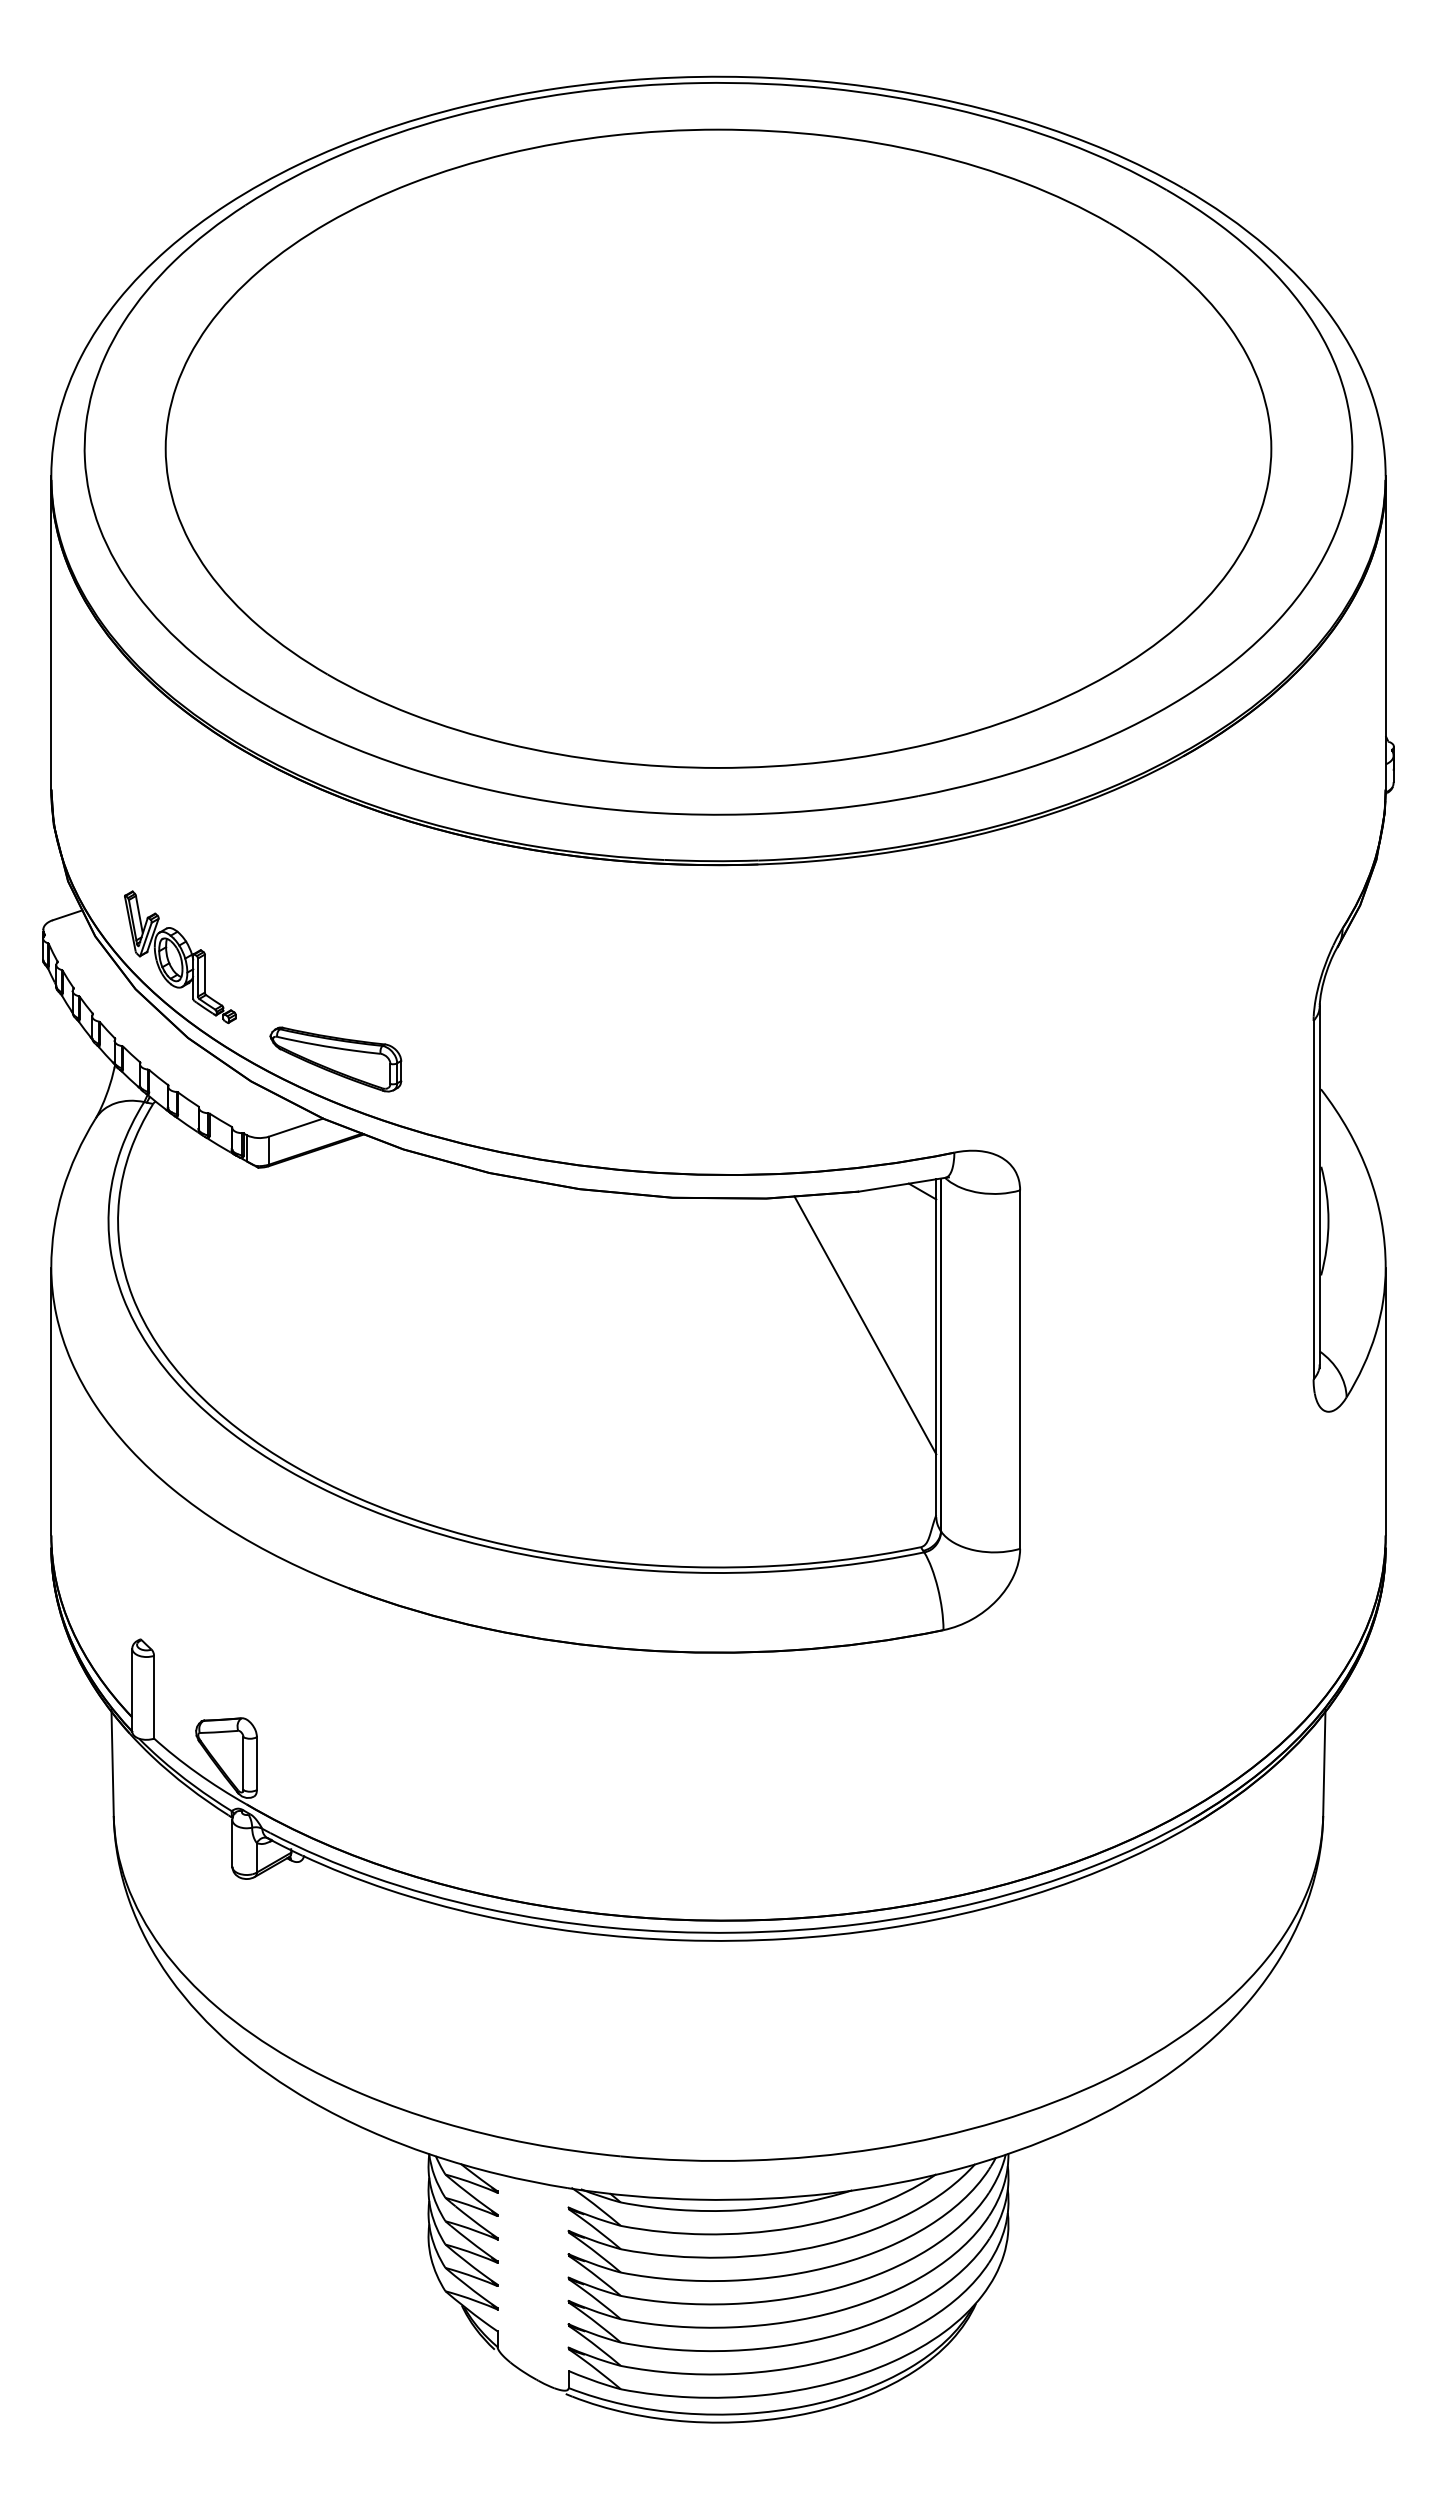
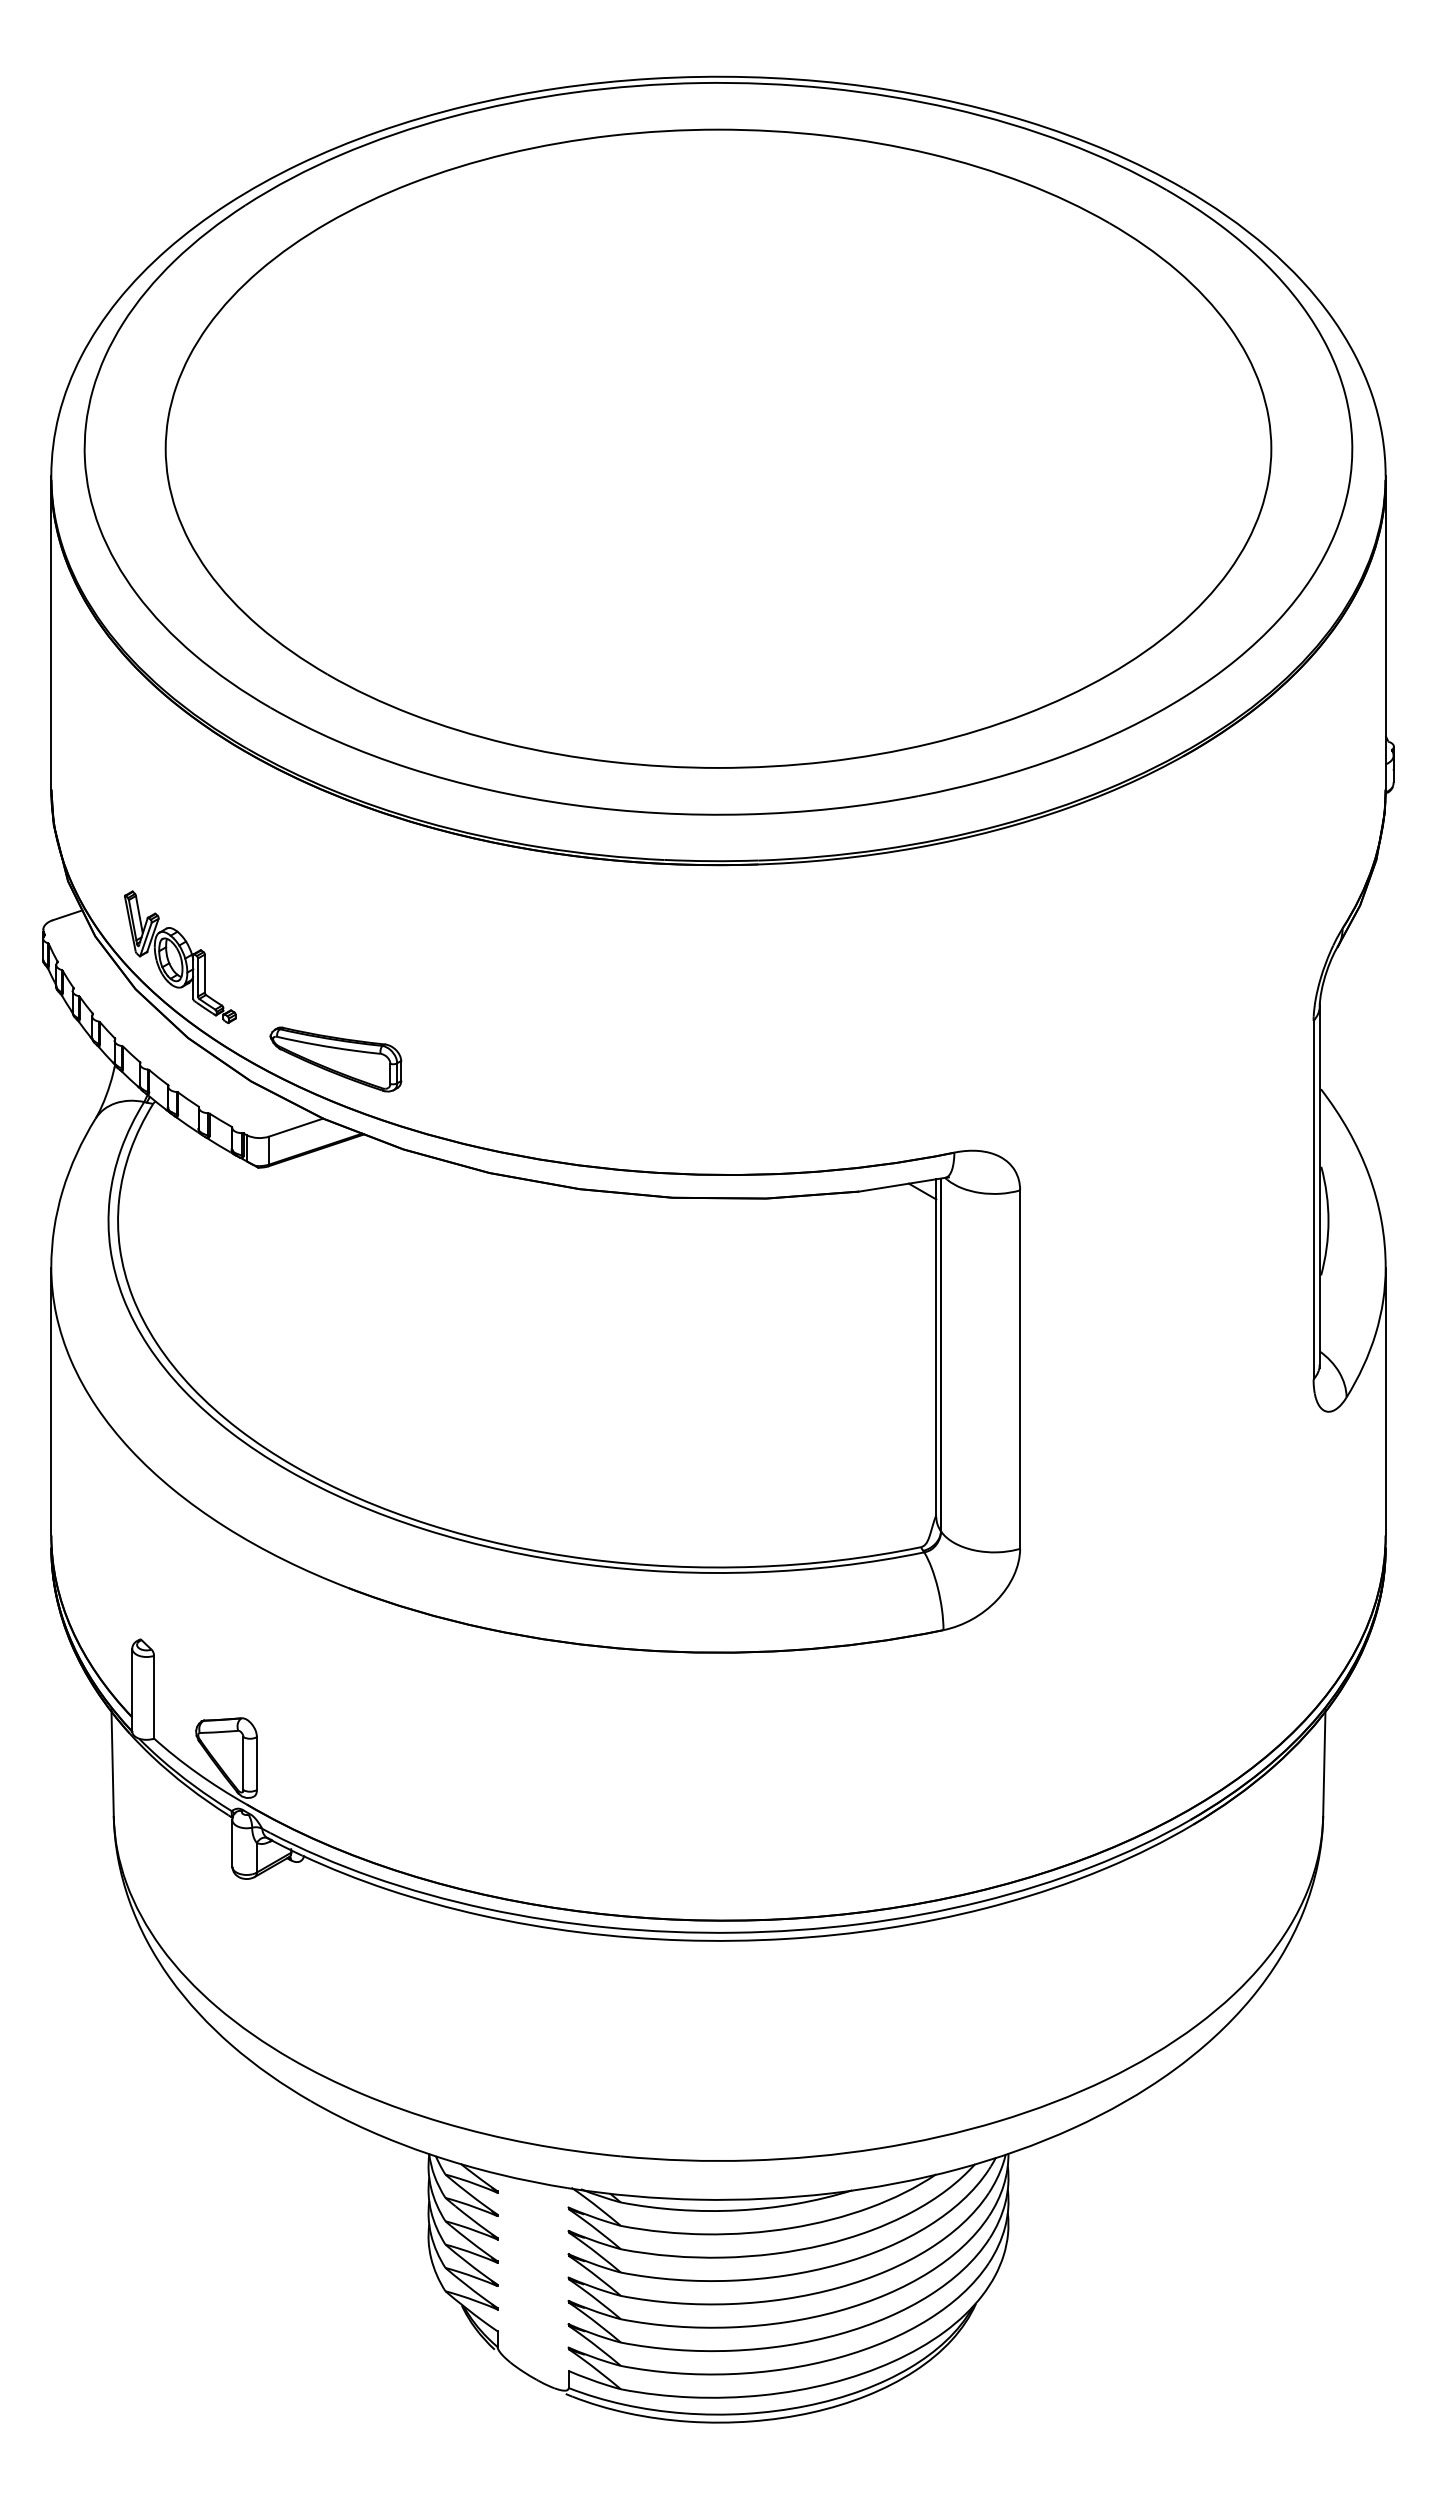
line at (865, 1325): present -> none
